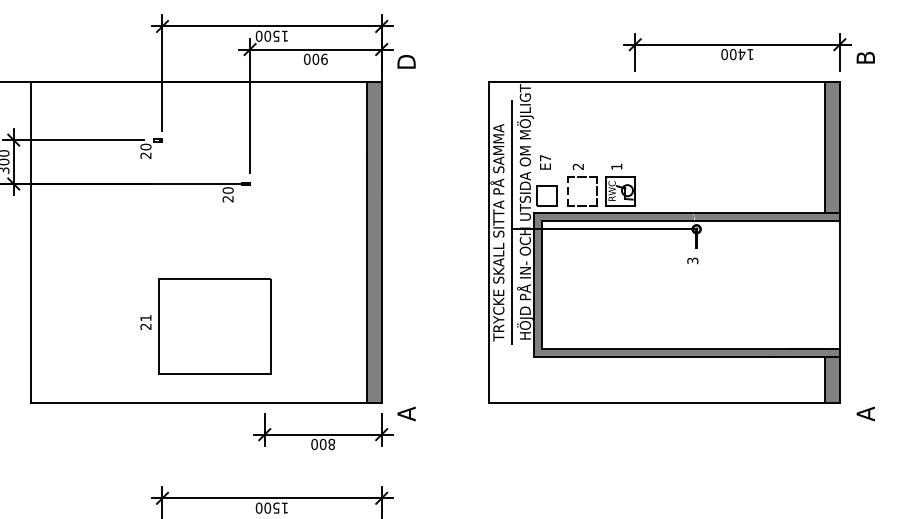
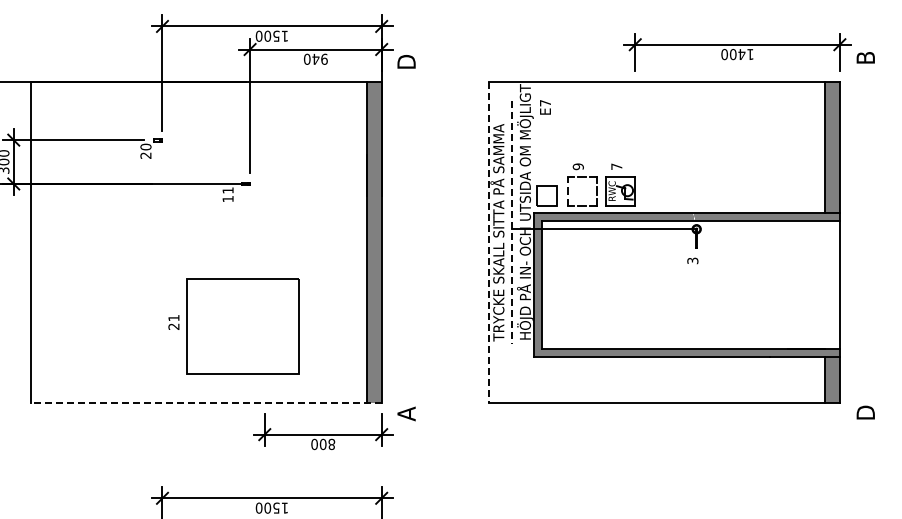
text at (315, 58): 900 -> 940
text at (545, 162) position: (545, 162) -> (545, 107)
text at (577, 166): 2 -> 9
text at (616, 166): 1 -> 7
text at (227, 194): 20 -> 11
line at (512, 223): solid -> dashed
line at (489, 242): solid -> dashed
part at (205, 326) position: (205, 326) -> (233, 326)
line at (205, 403): solid -> dashed
text at (865, 413): A -> D
